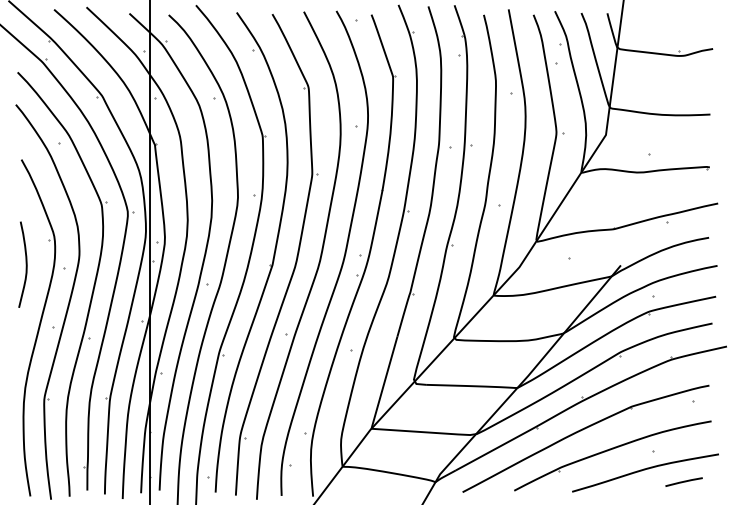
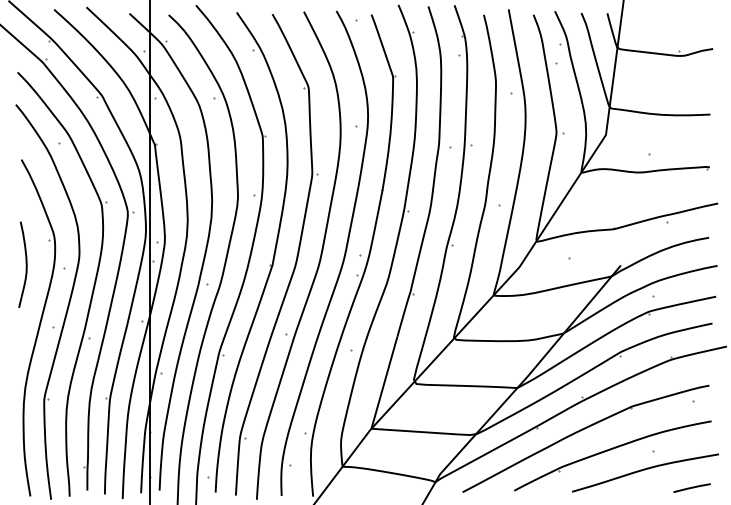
line at (683, 481) position: (683, 481) -> (691, 487)
